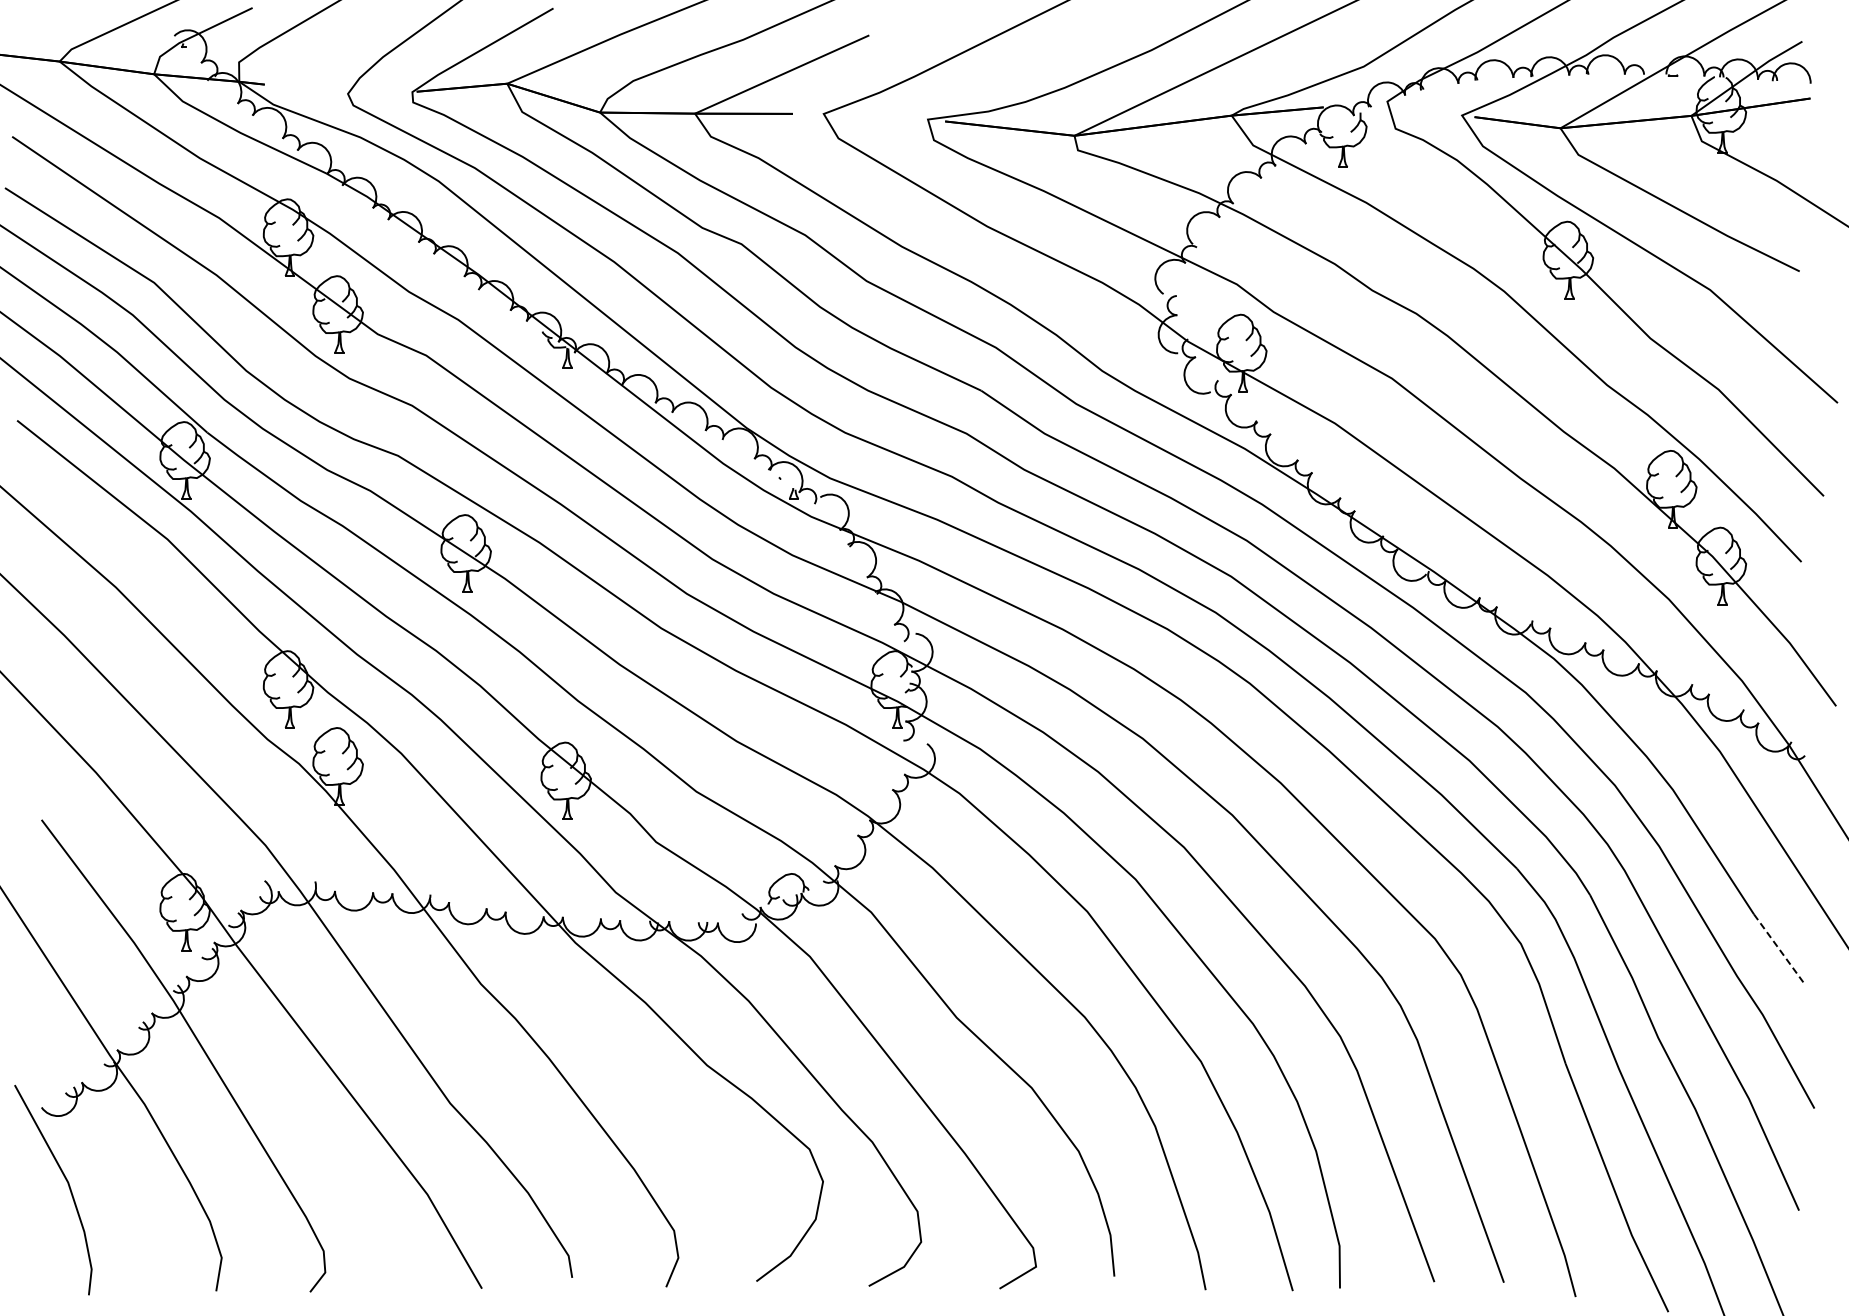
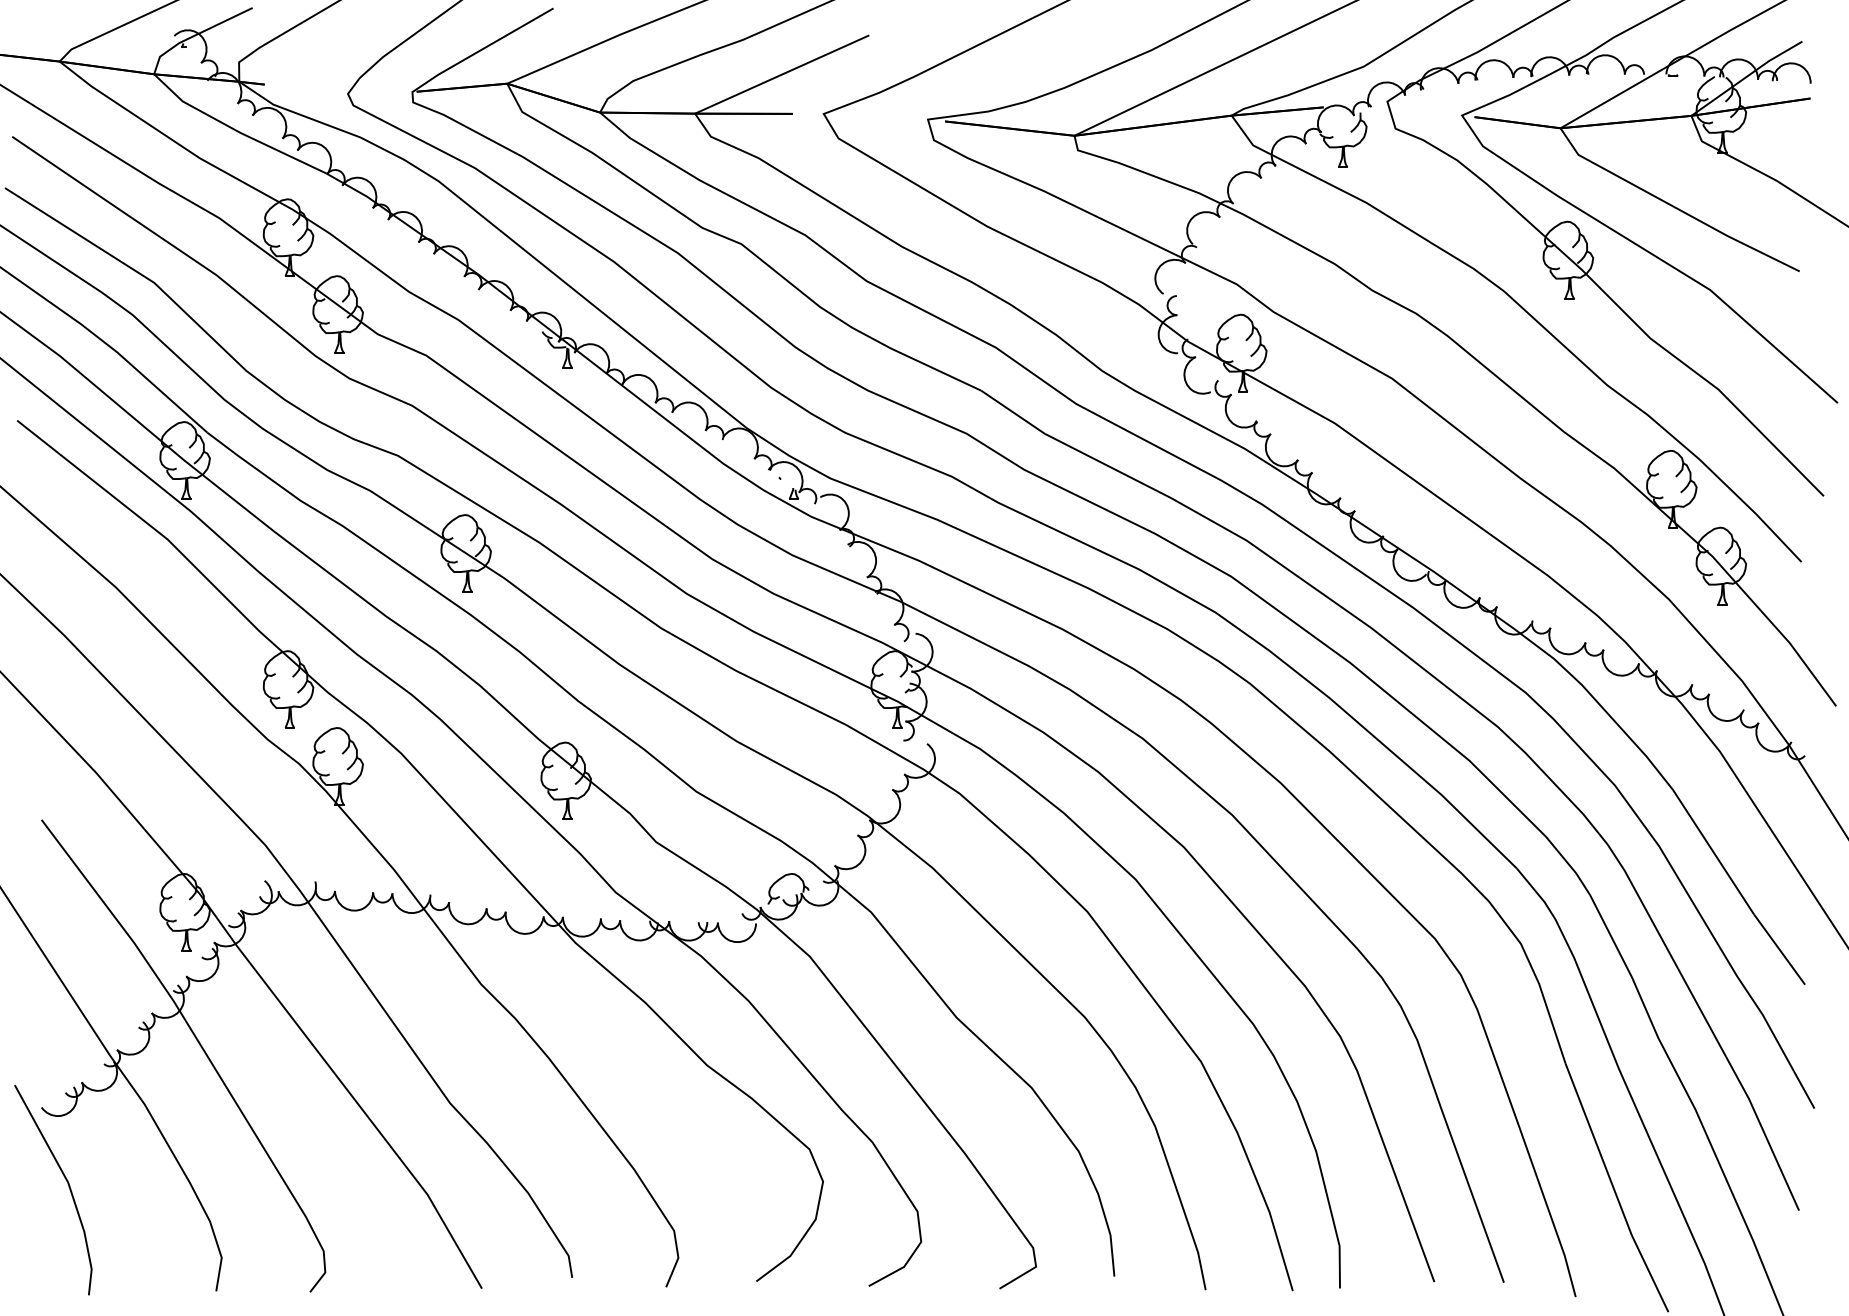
line at (1779, 949): dashed -> solid
